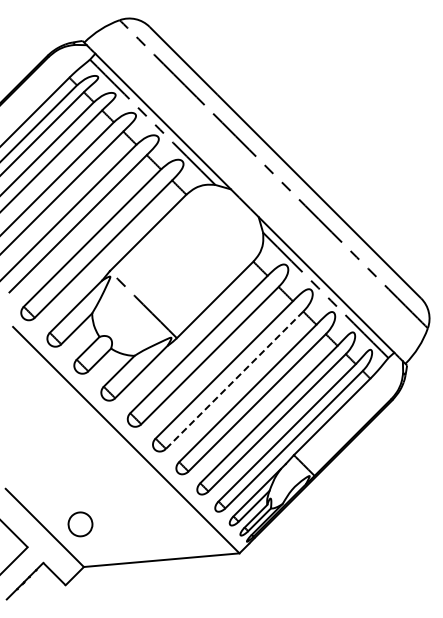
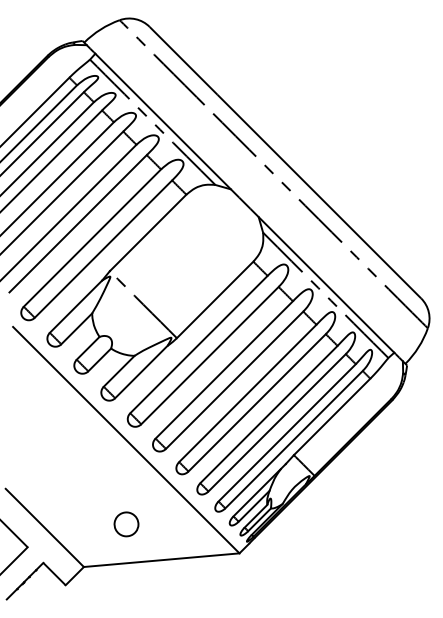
line at (234, 380): dashed -> solid
part at (80, 524) position: (80, 524) -> (126, 524)
